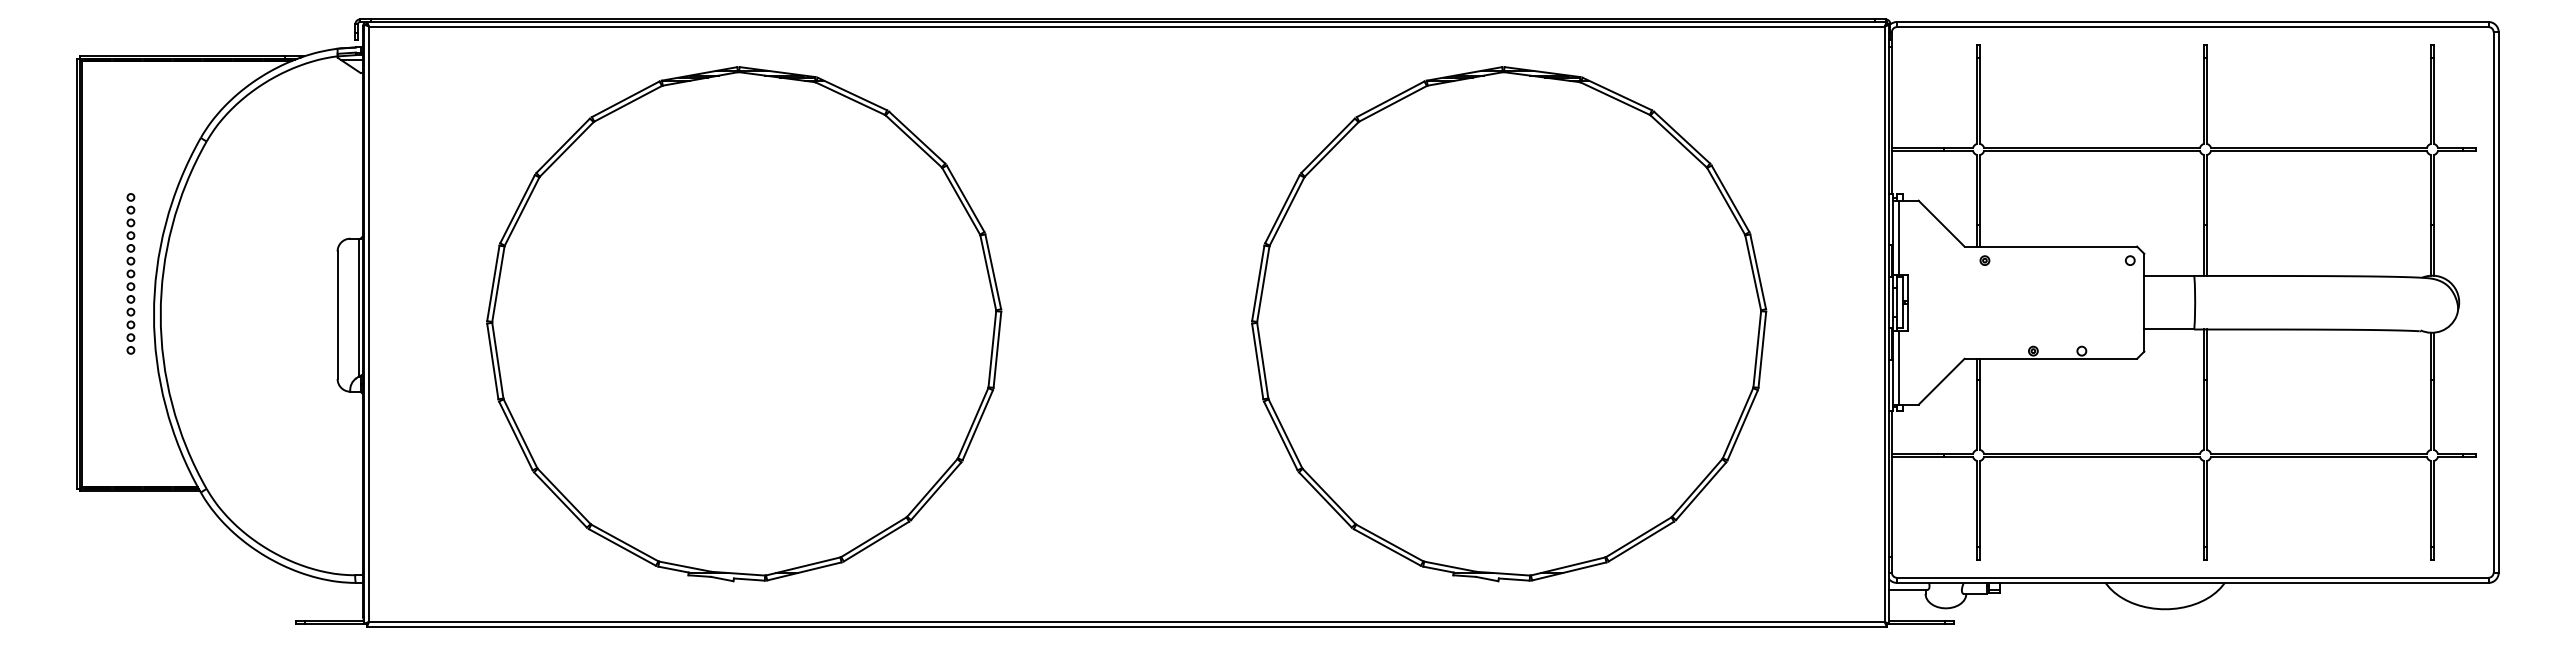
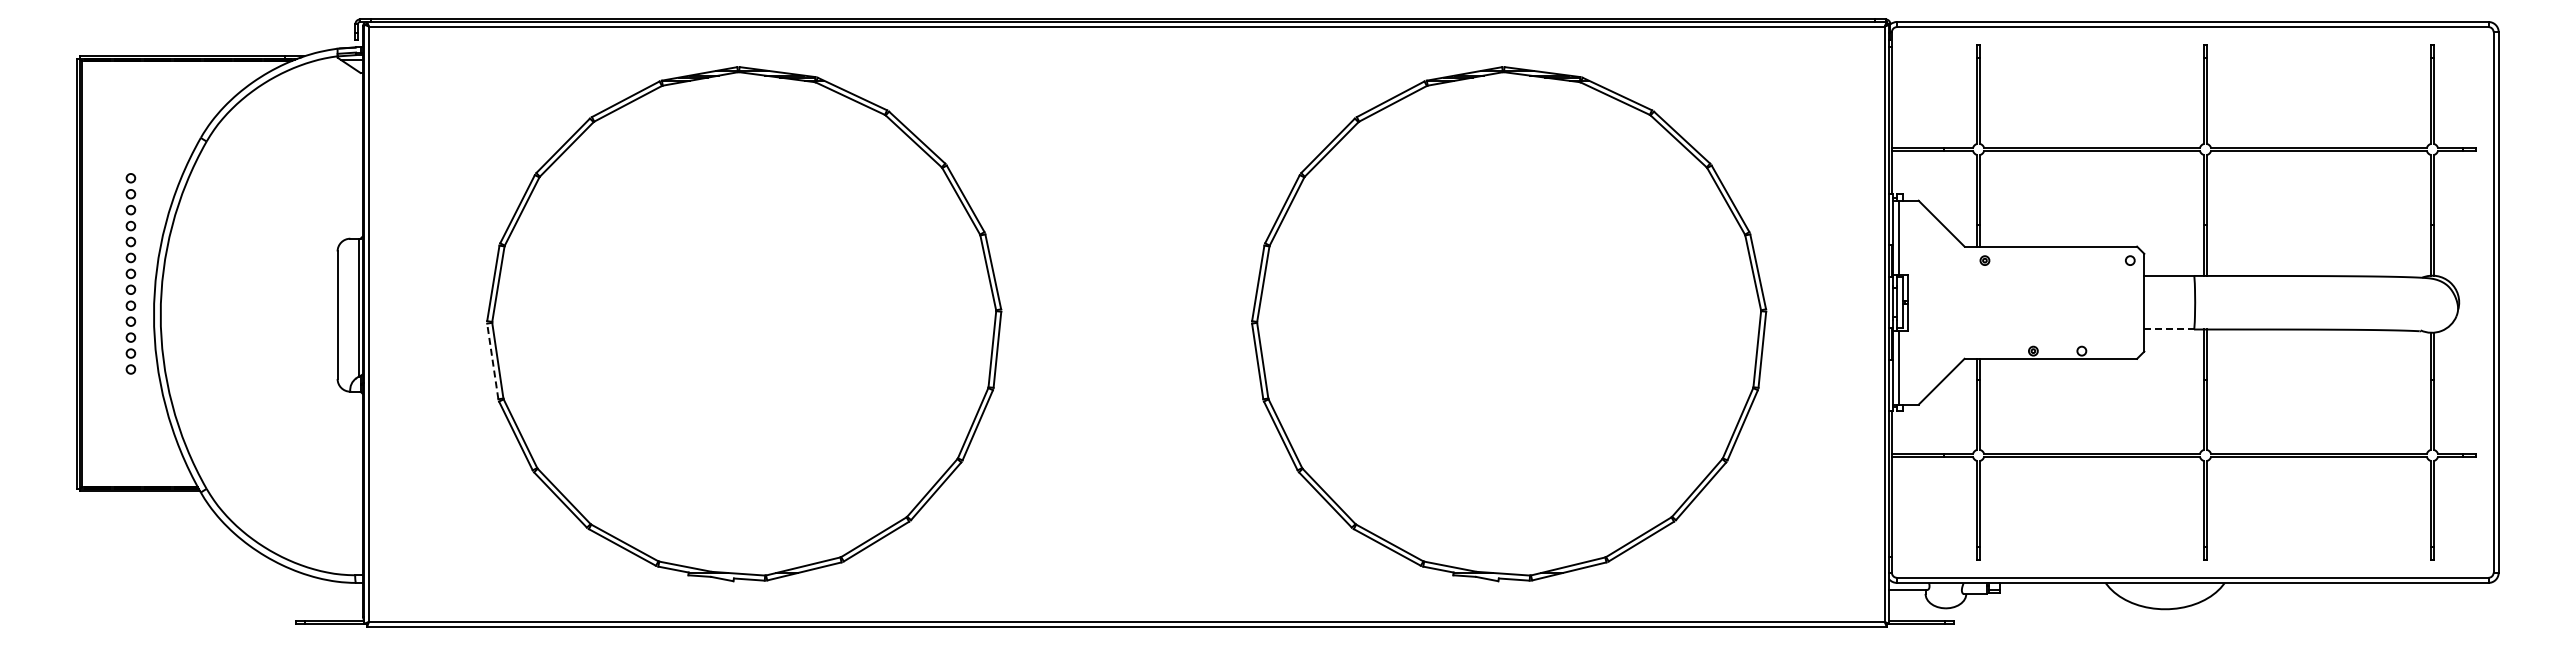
part at (130, 273) size: 10x162 px -> 12x202 px
line at (2169, 329): solid -> dashed
line at (492, 360): solid -> dashed
